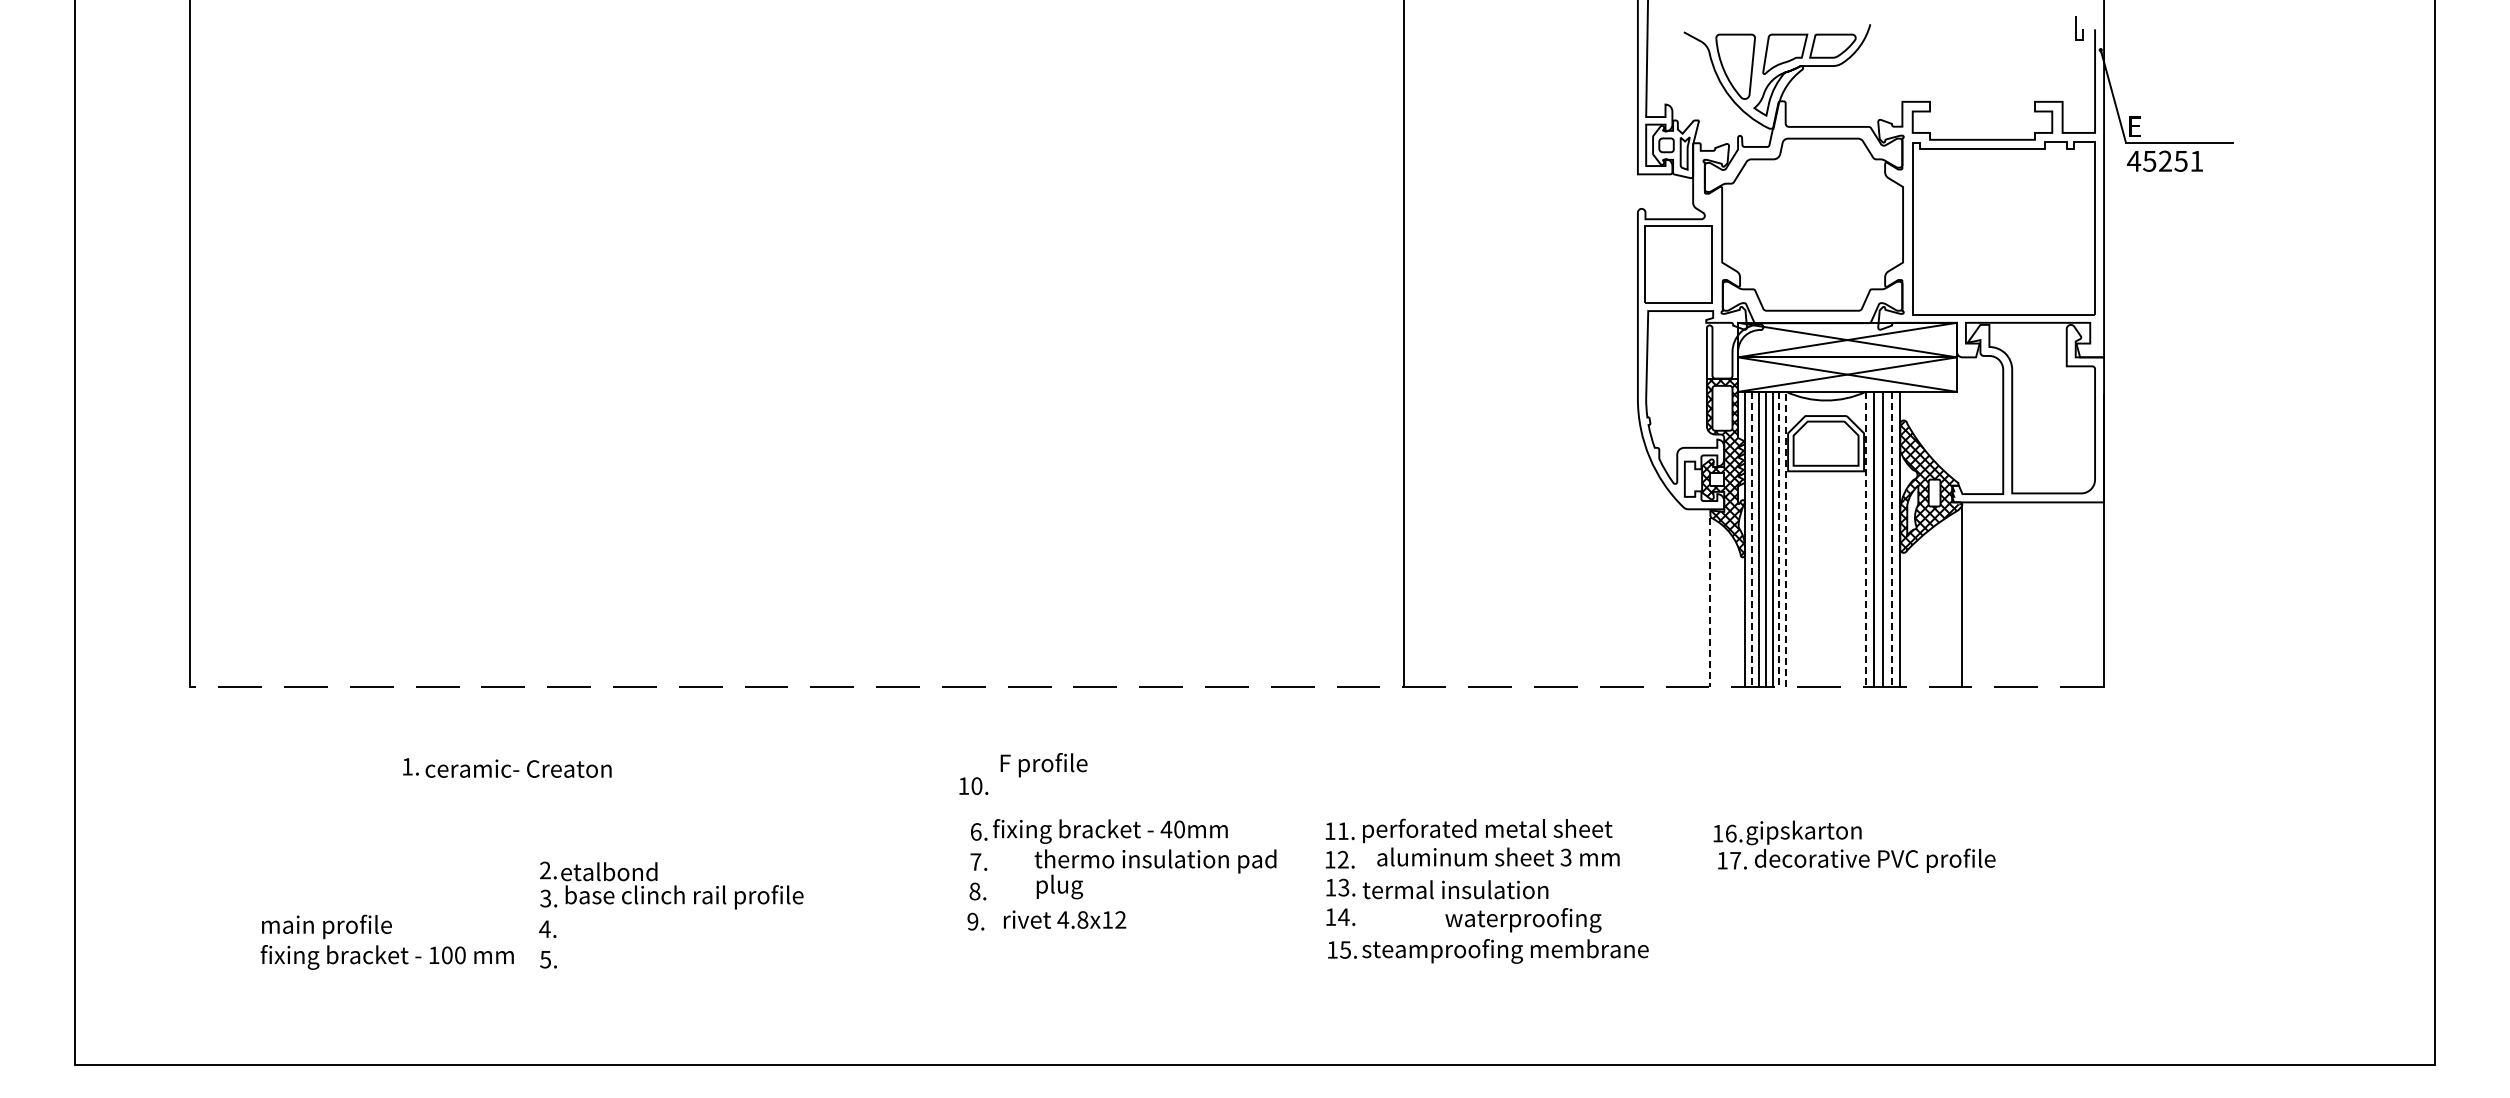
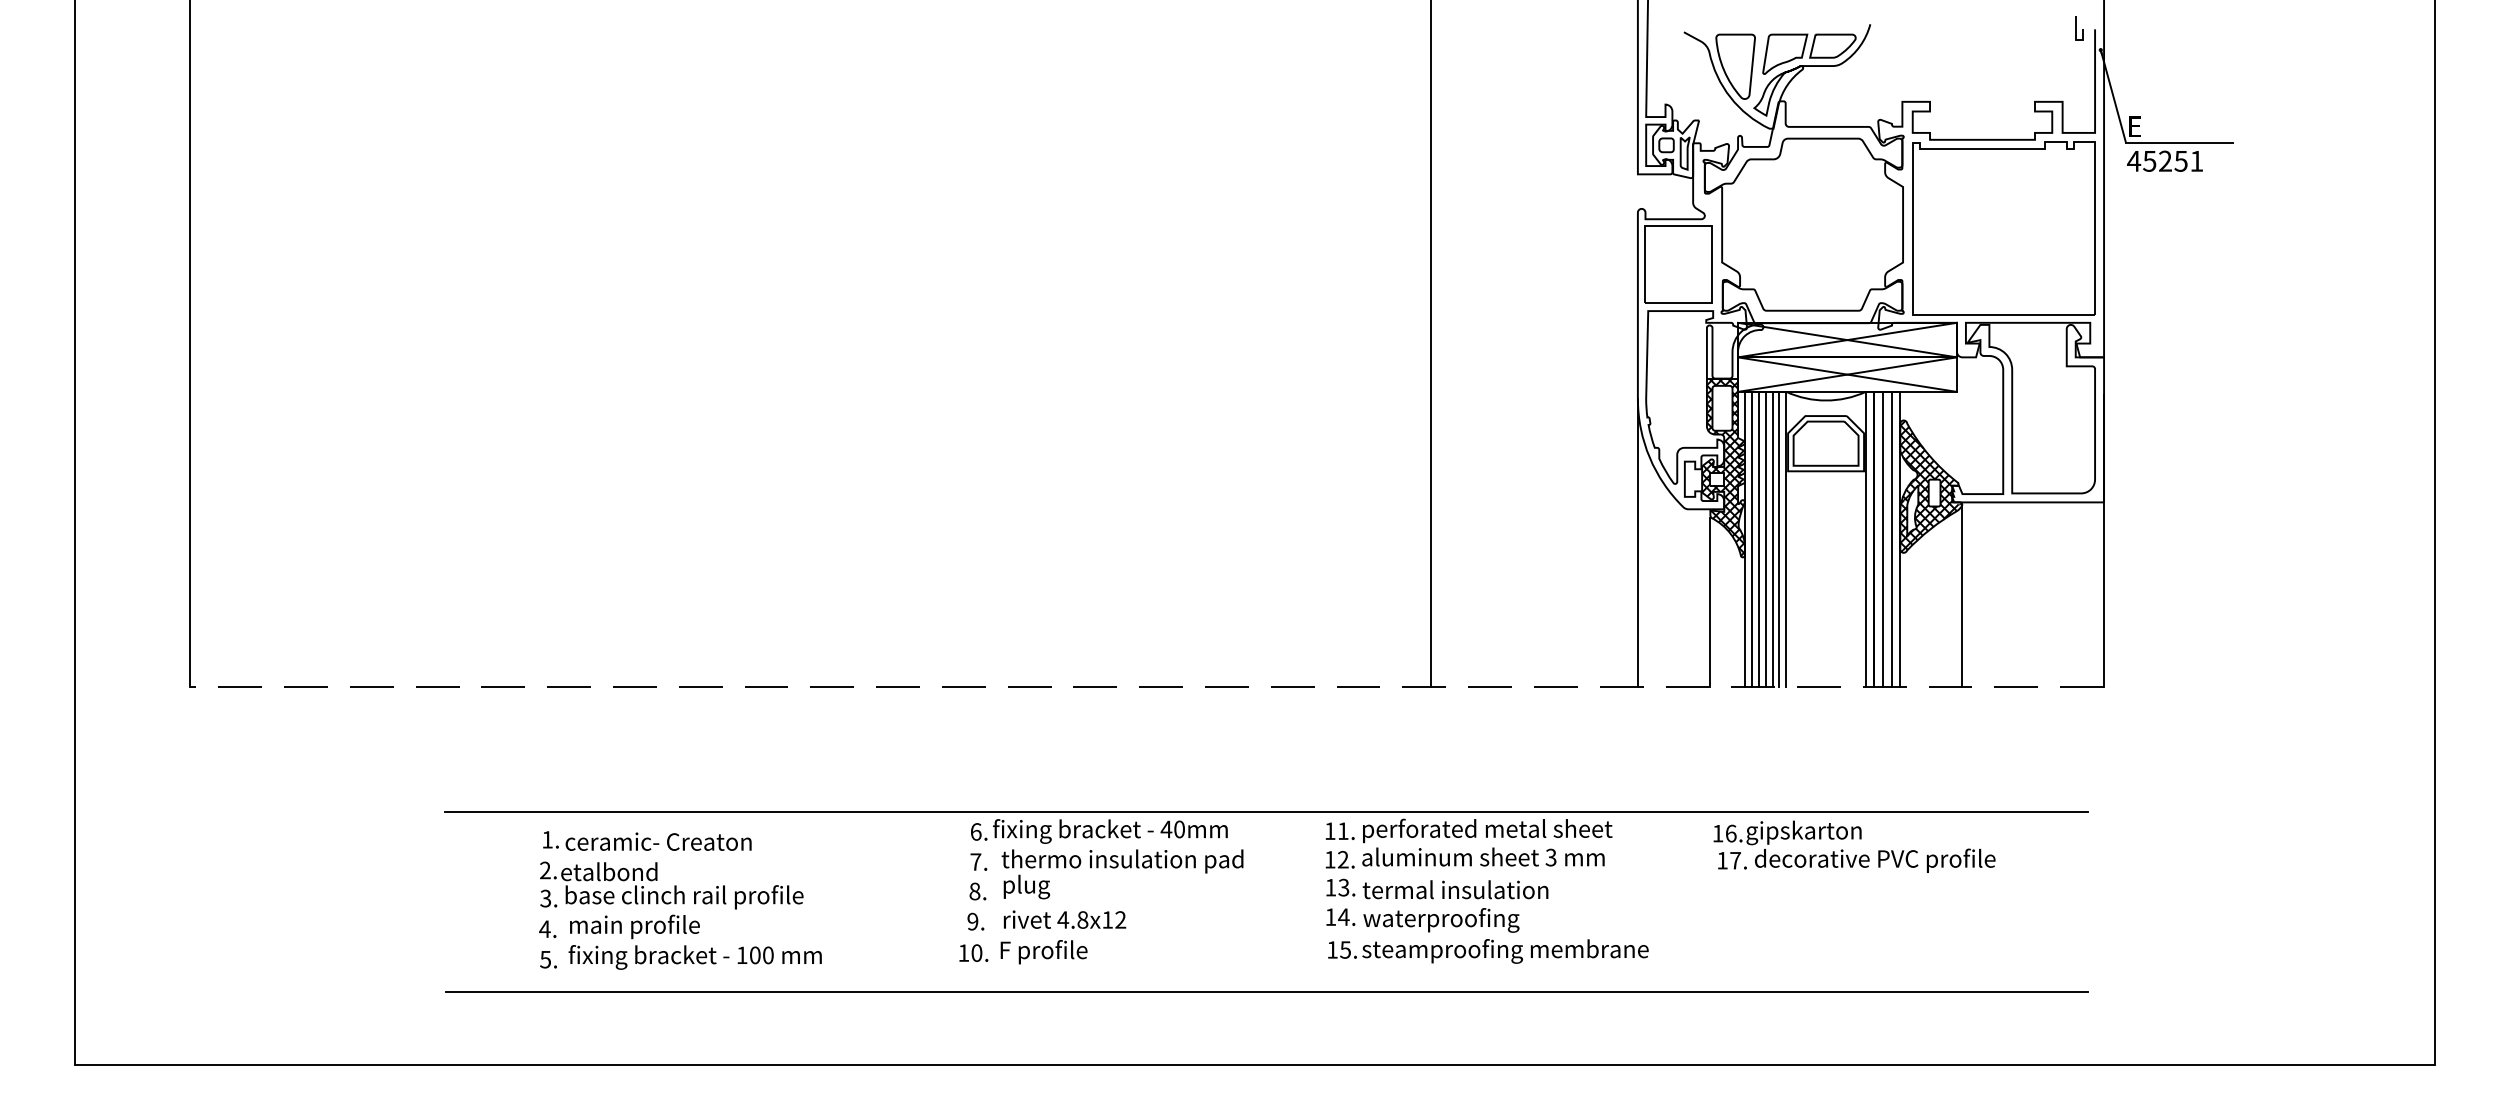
line at (1403, 344) position: (1403, 344) -> (1430, 344)
line at (1751, 539): dashed -> solid
line at (1779, 539): dashed -> solid
line at (1786, 539): dashed -> solid
line at (1865, 539): dashed -> solid
line at (1891, 539): dashed -> solid
line at (1637, 542): none -> present
line at (1710, 602): dashed -> solid
text at (1043, 765) position: (1043, 765) -> (1043, 952)
text at (507, 767) position: (507, 767) -> (647, 840)
text at (973, 785) position: (973, 785) -> (973, 952)
line at (1266, 812): none -> present
text at (1498, 856) position: (1498, 856) -> (1483, 856)
text at (1155, 874) position: (1155, 874) -> (1122, 874)
text at (1523, 920) position: (1523, 920) -> (1441, 920)
text at (386, 941) position: (386, 941) -> (694, 941)
line at (1266, 991): none -> present
